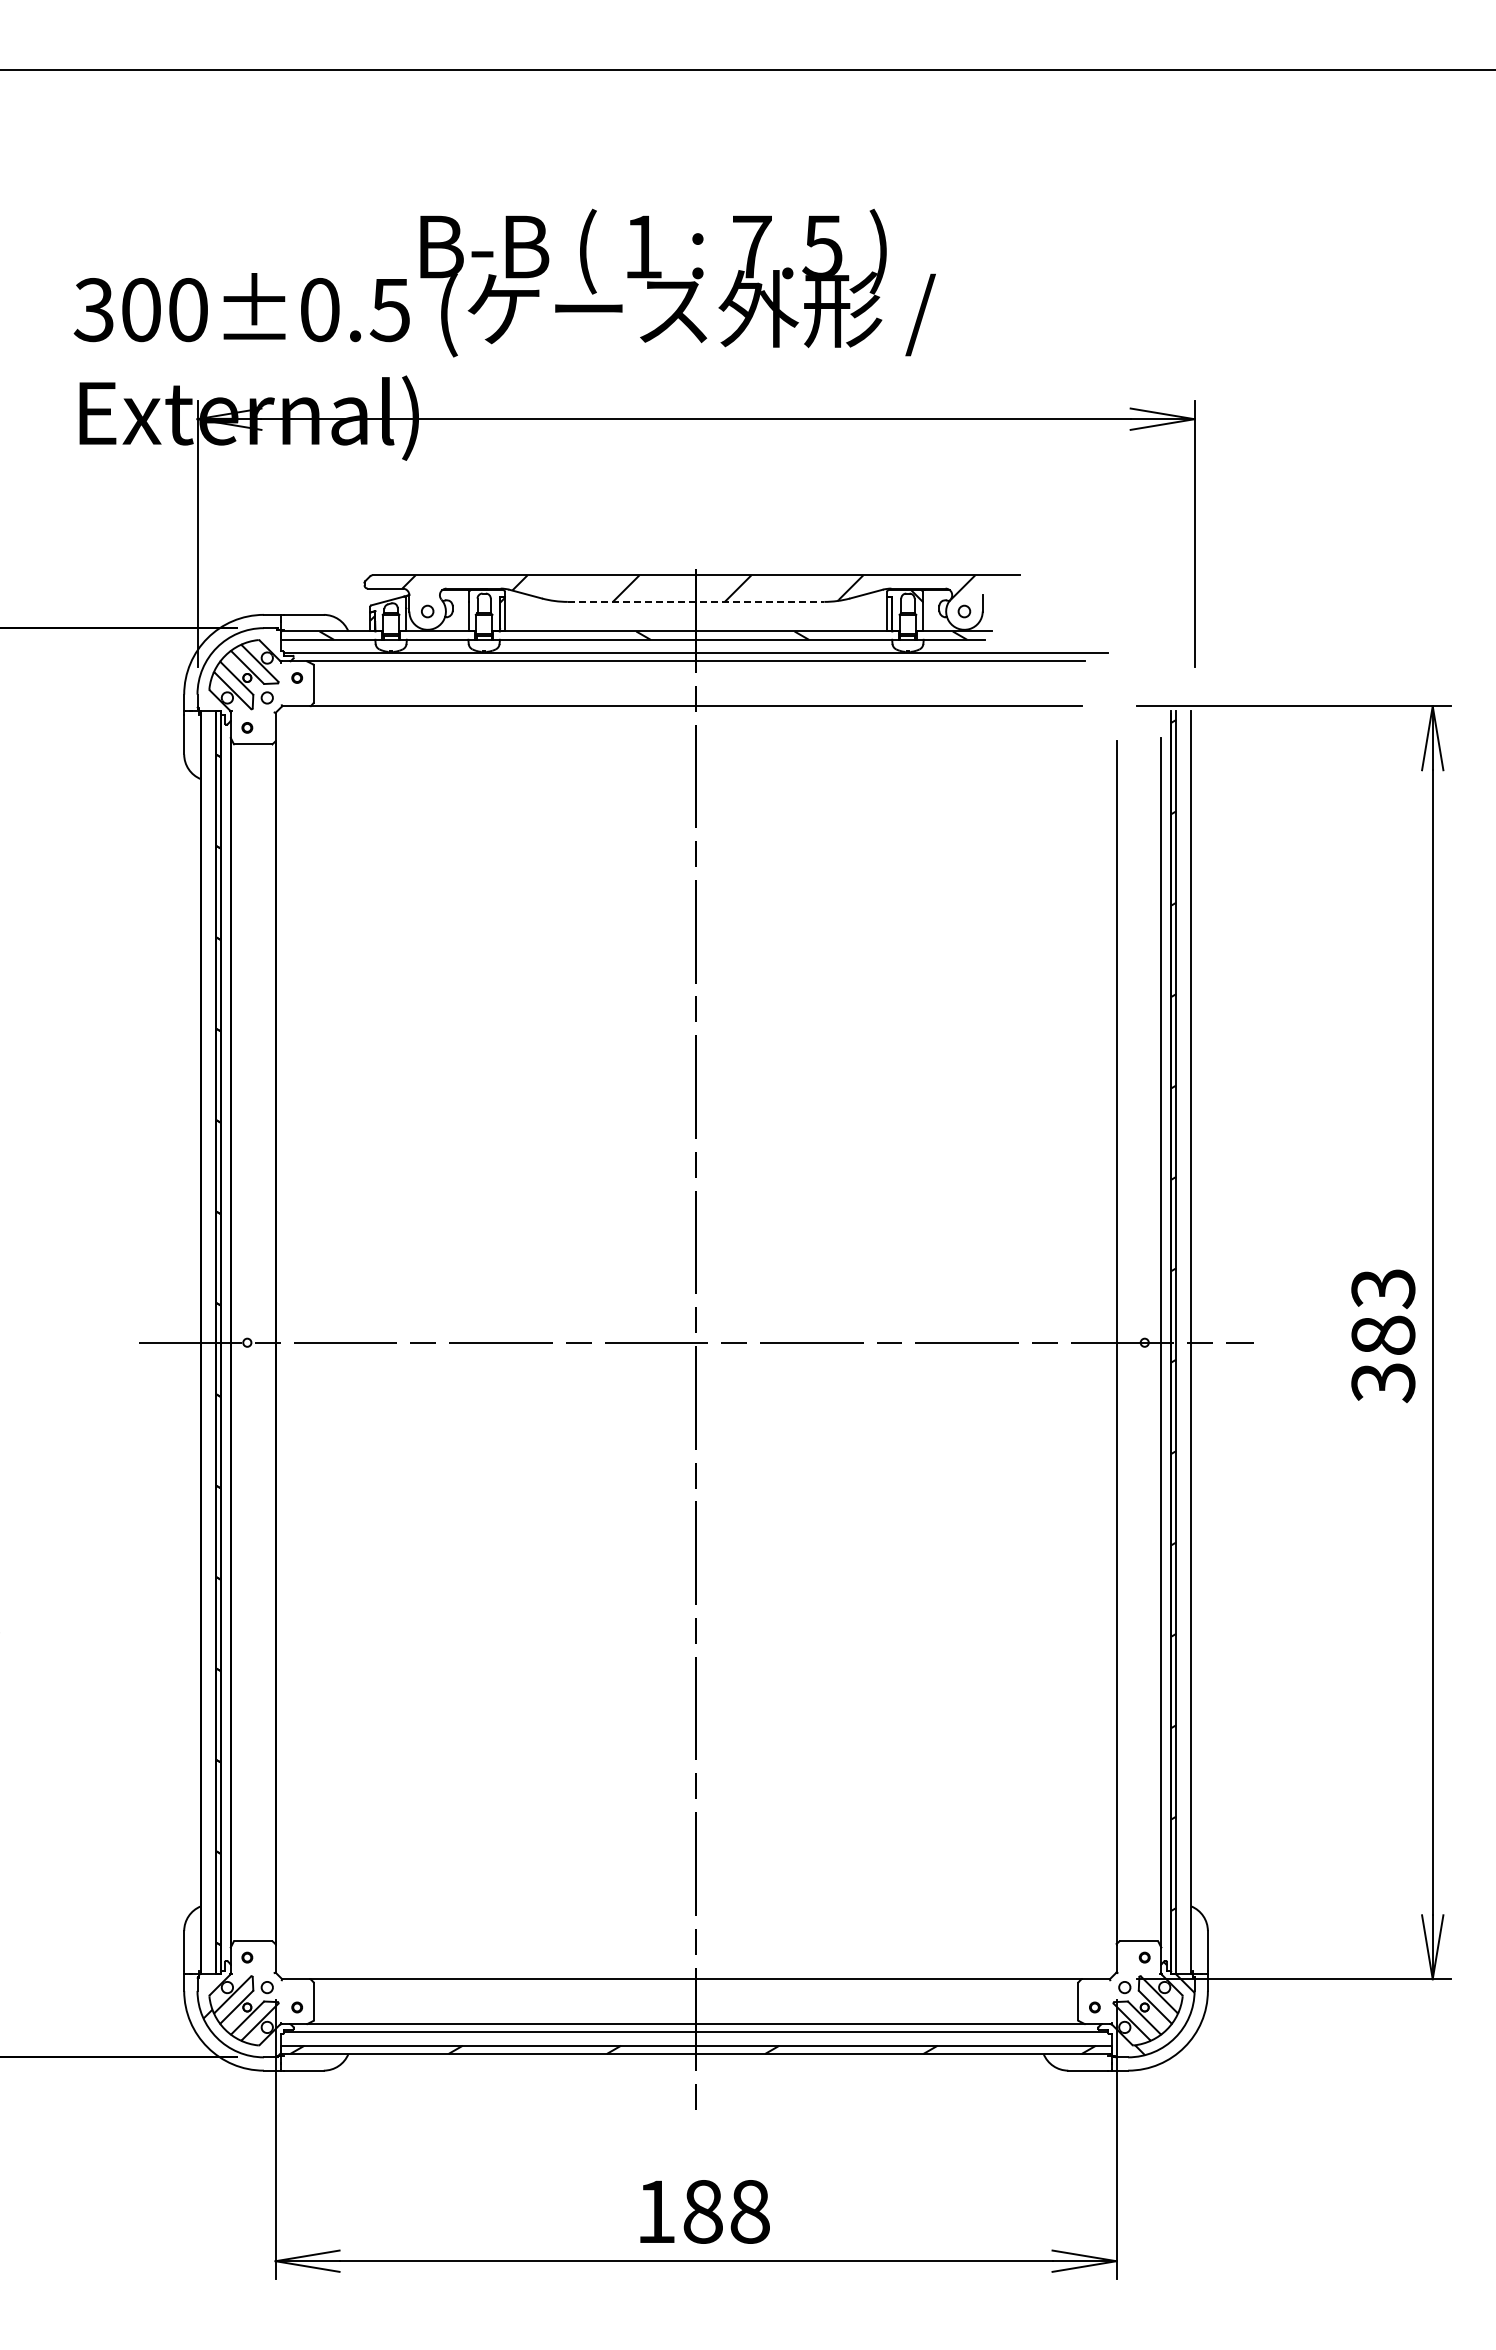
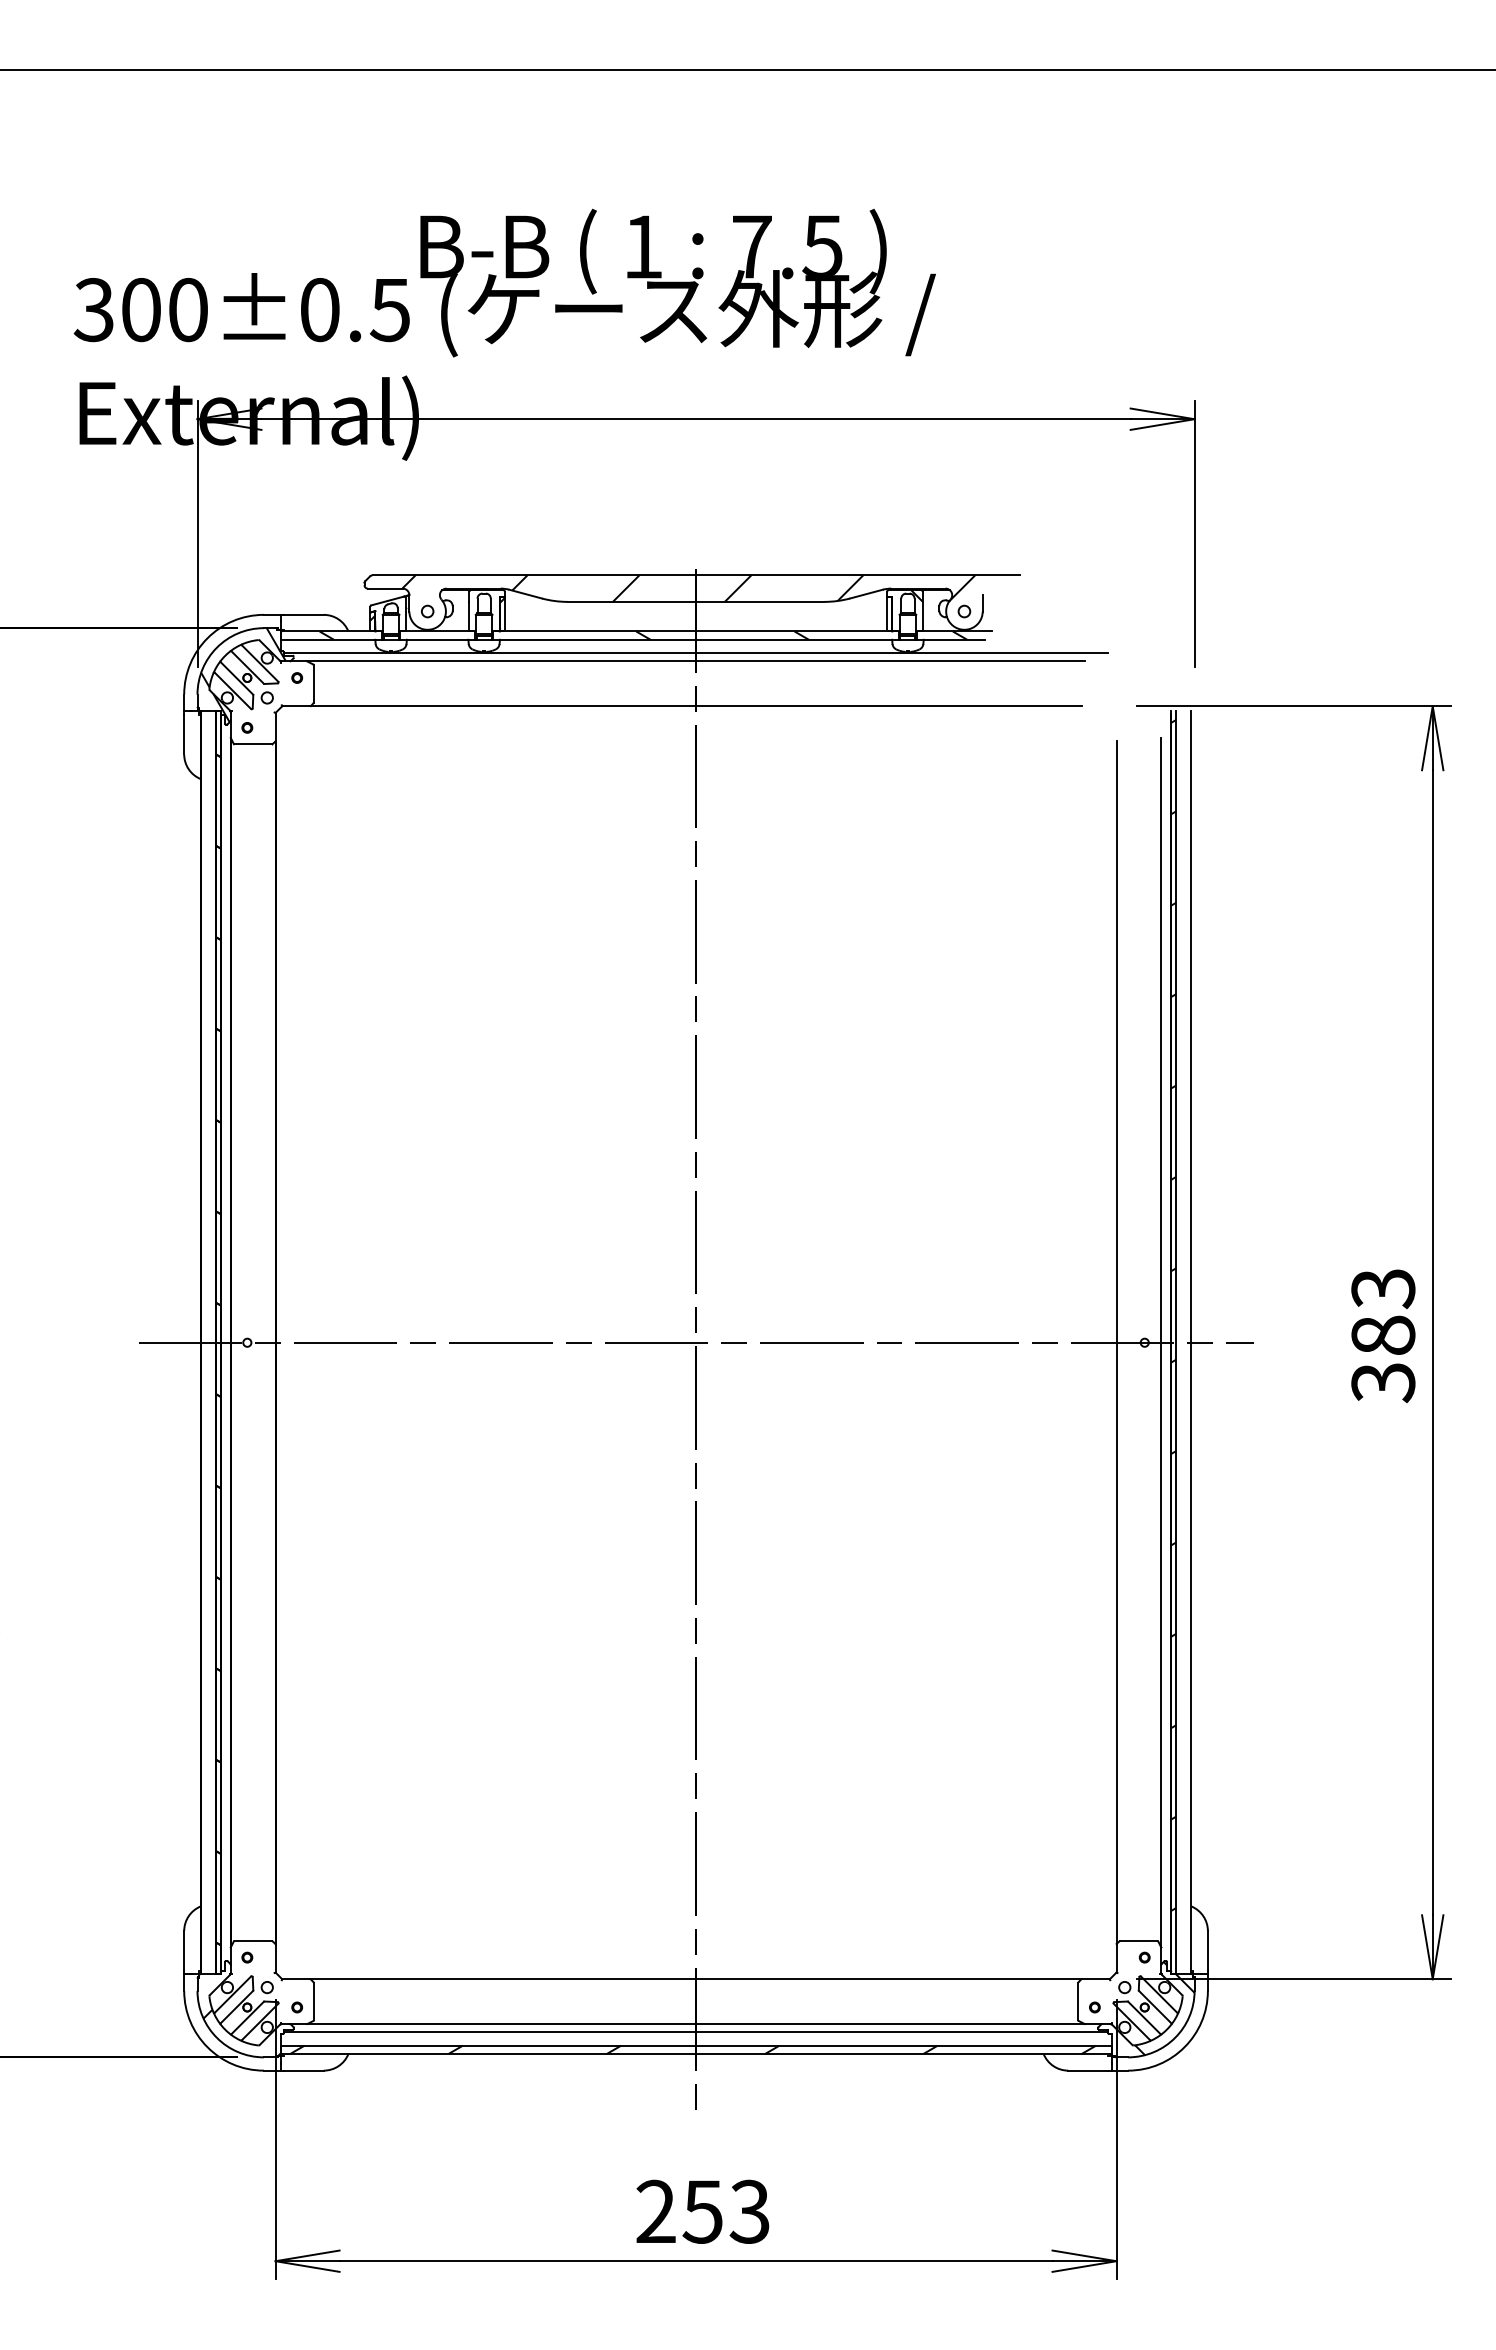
line at (696, 601): dashed -> solid
hatch at (243, 675): none -> present
text at (702, 2211): 188 -> 253
